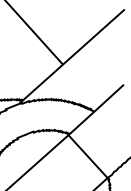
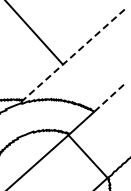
line at (71, 56): solid -> dashed
line at (109, 98): solid -> dashed
